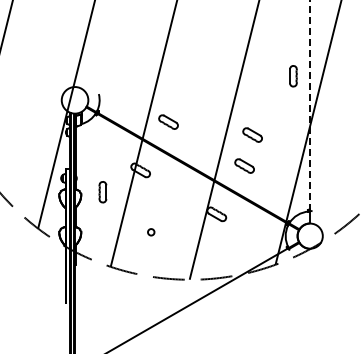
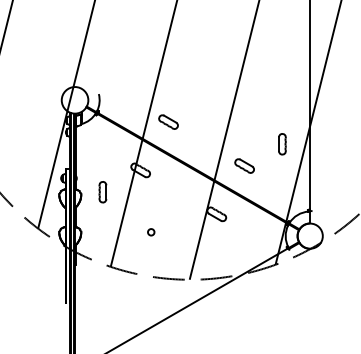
part at (293, 76) position: (293, 76) -> (282, 144)
line at (309, 105): dashed -> solid
part at (252, 134): present -> none
